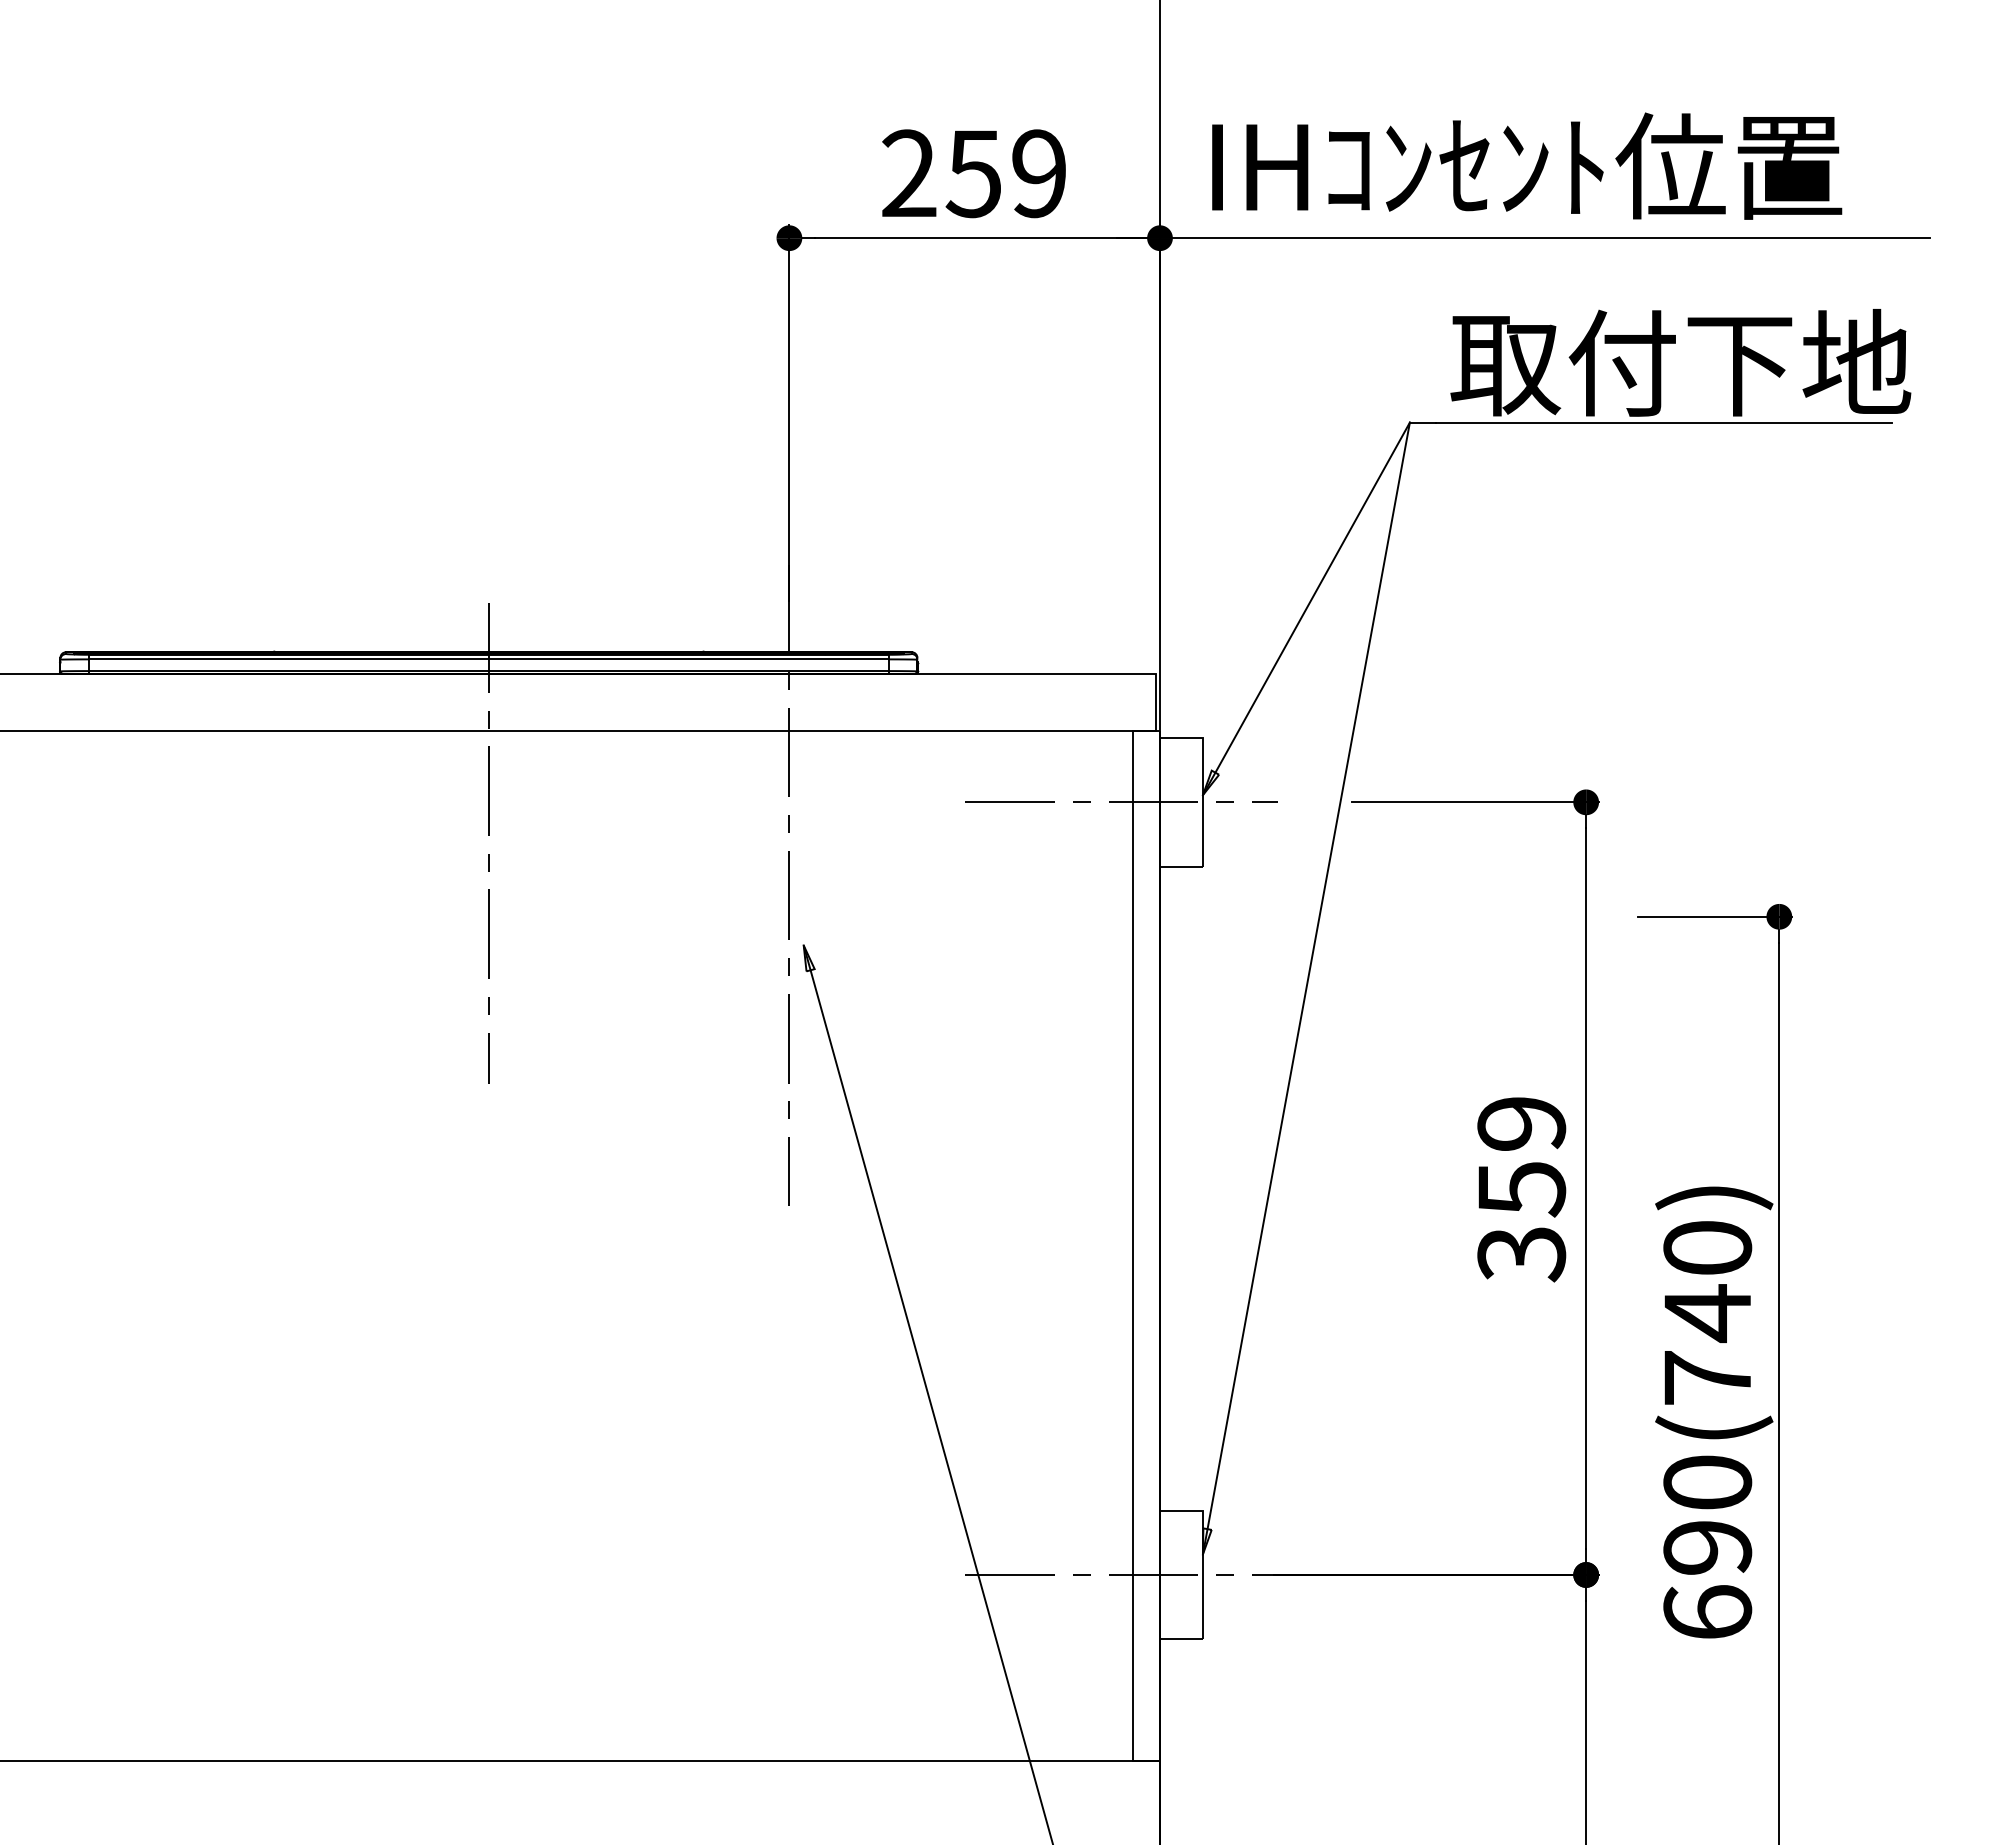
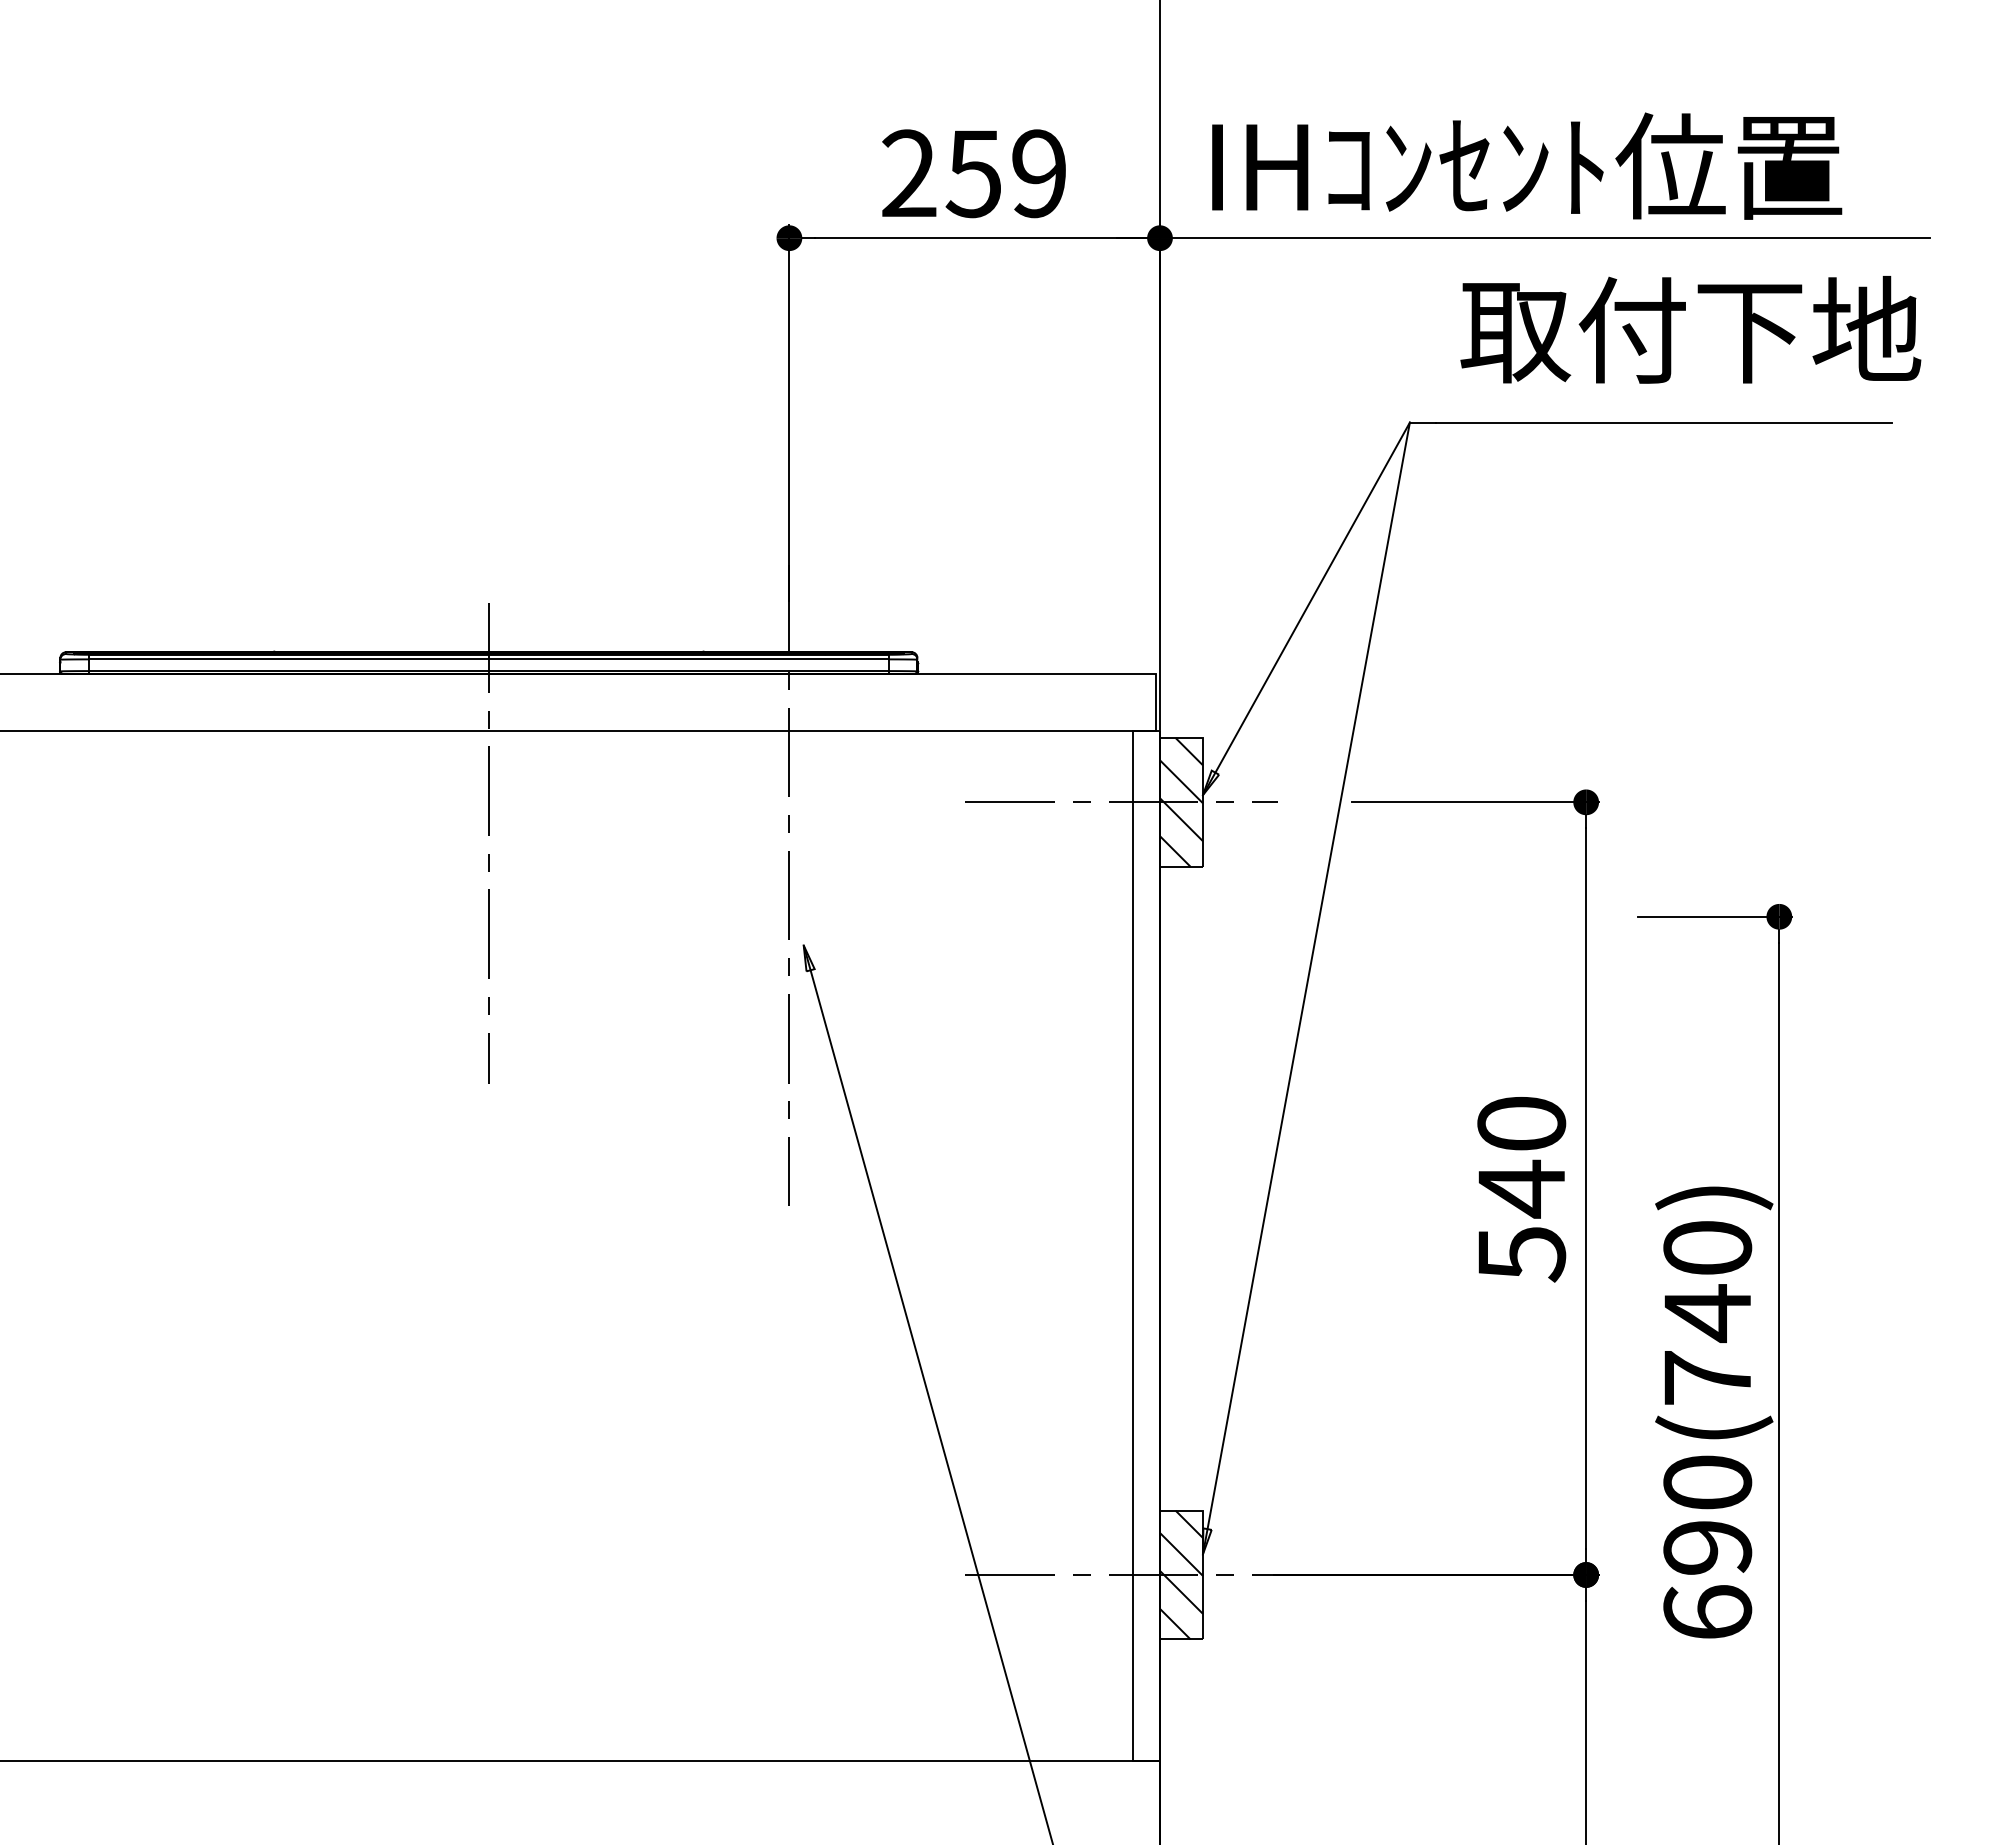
text at (1680, 362) position: (1680, 362) -> (1690, 329)
hatch at (1181, 801): none -> present
text at (1521, 1189): 359 -> 540
hatch at (1181, 1574): none -> present
